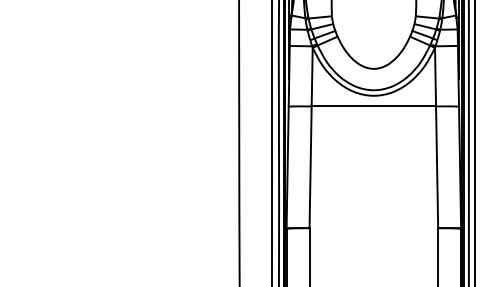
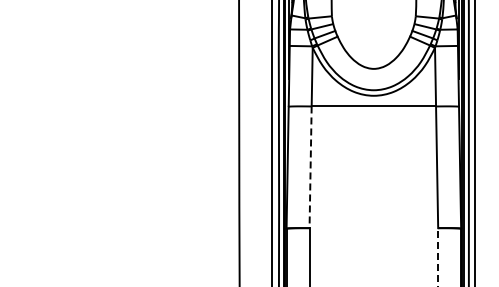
line at (310, 167): solid -> dashed
line at (438, 257): solid -> dashed
